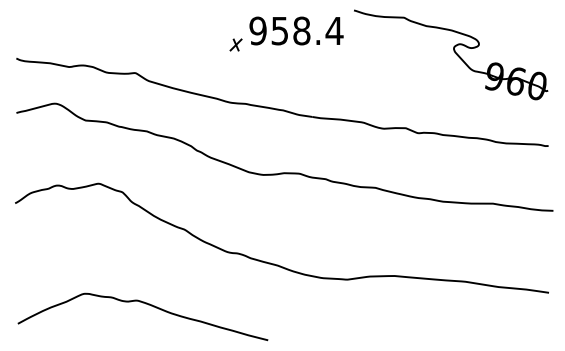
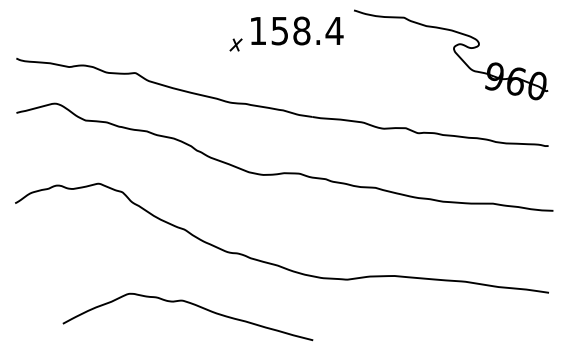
text at (257, 30): 958.4 -> 158.4
curve at (145, 304) position: (145, 304) -> (190, 304)
